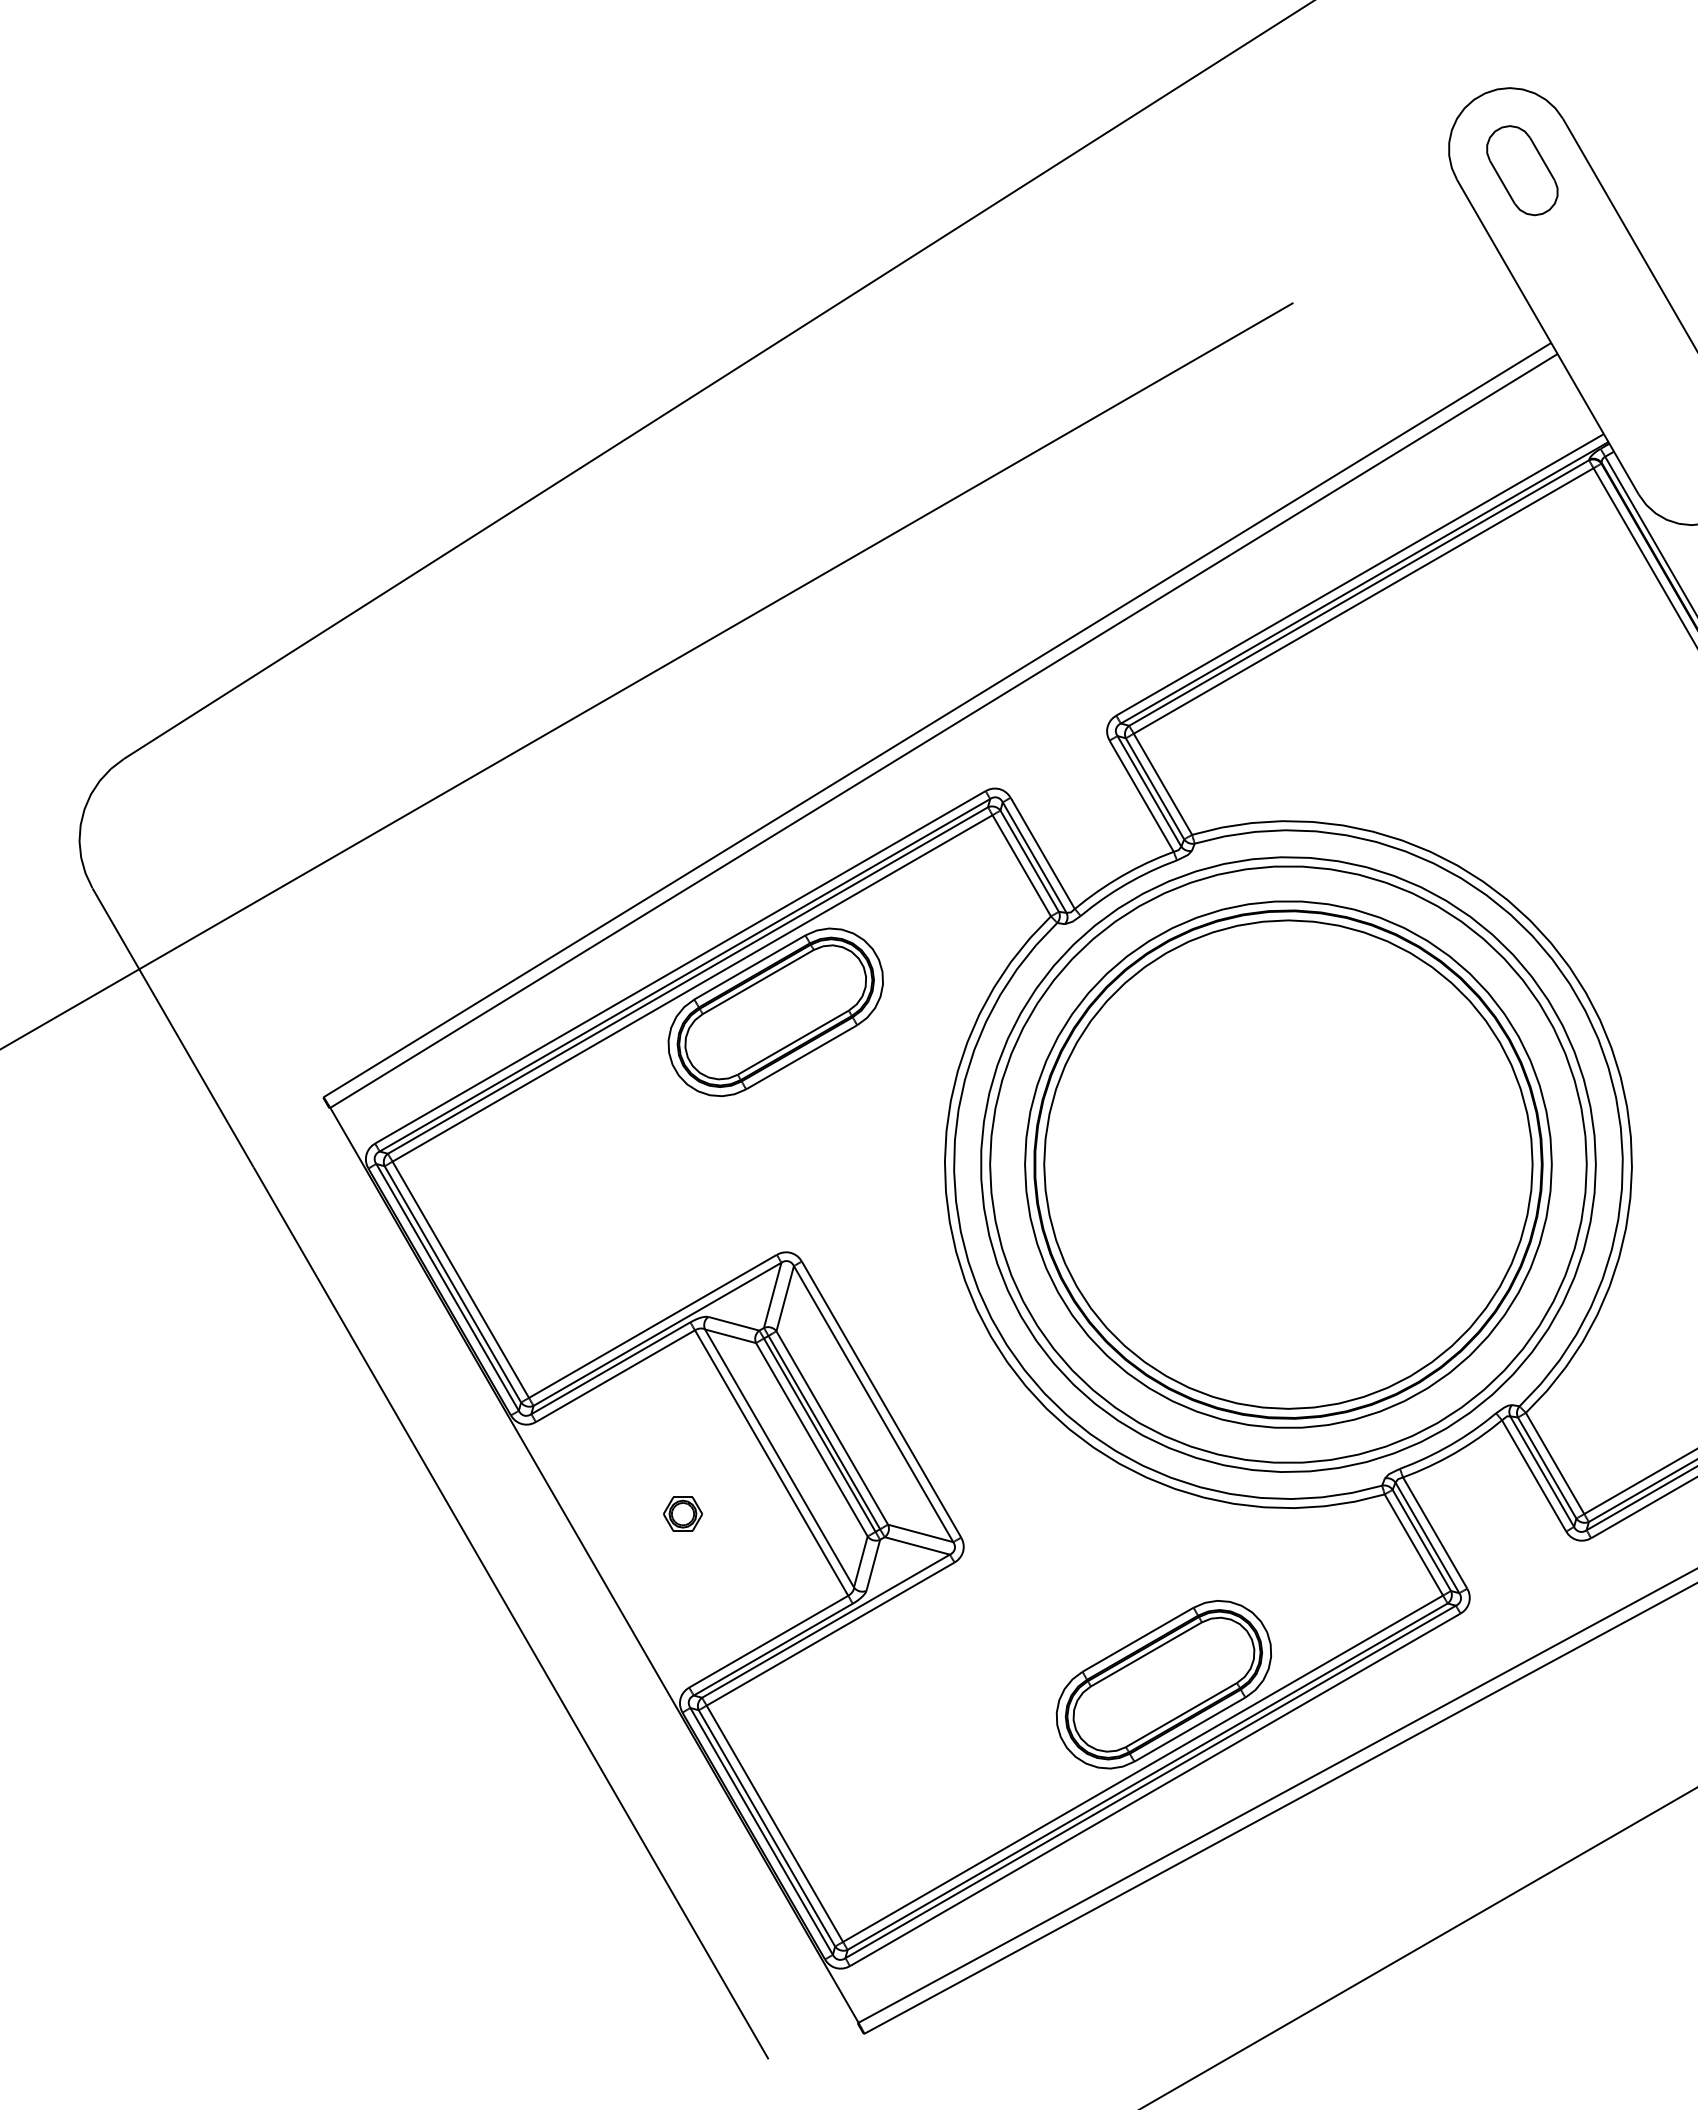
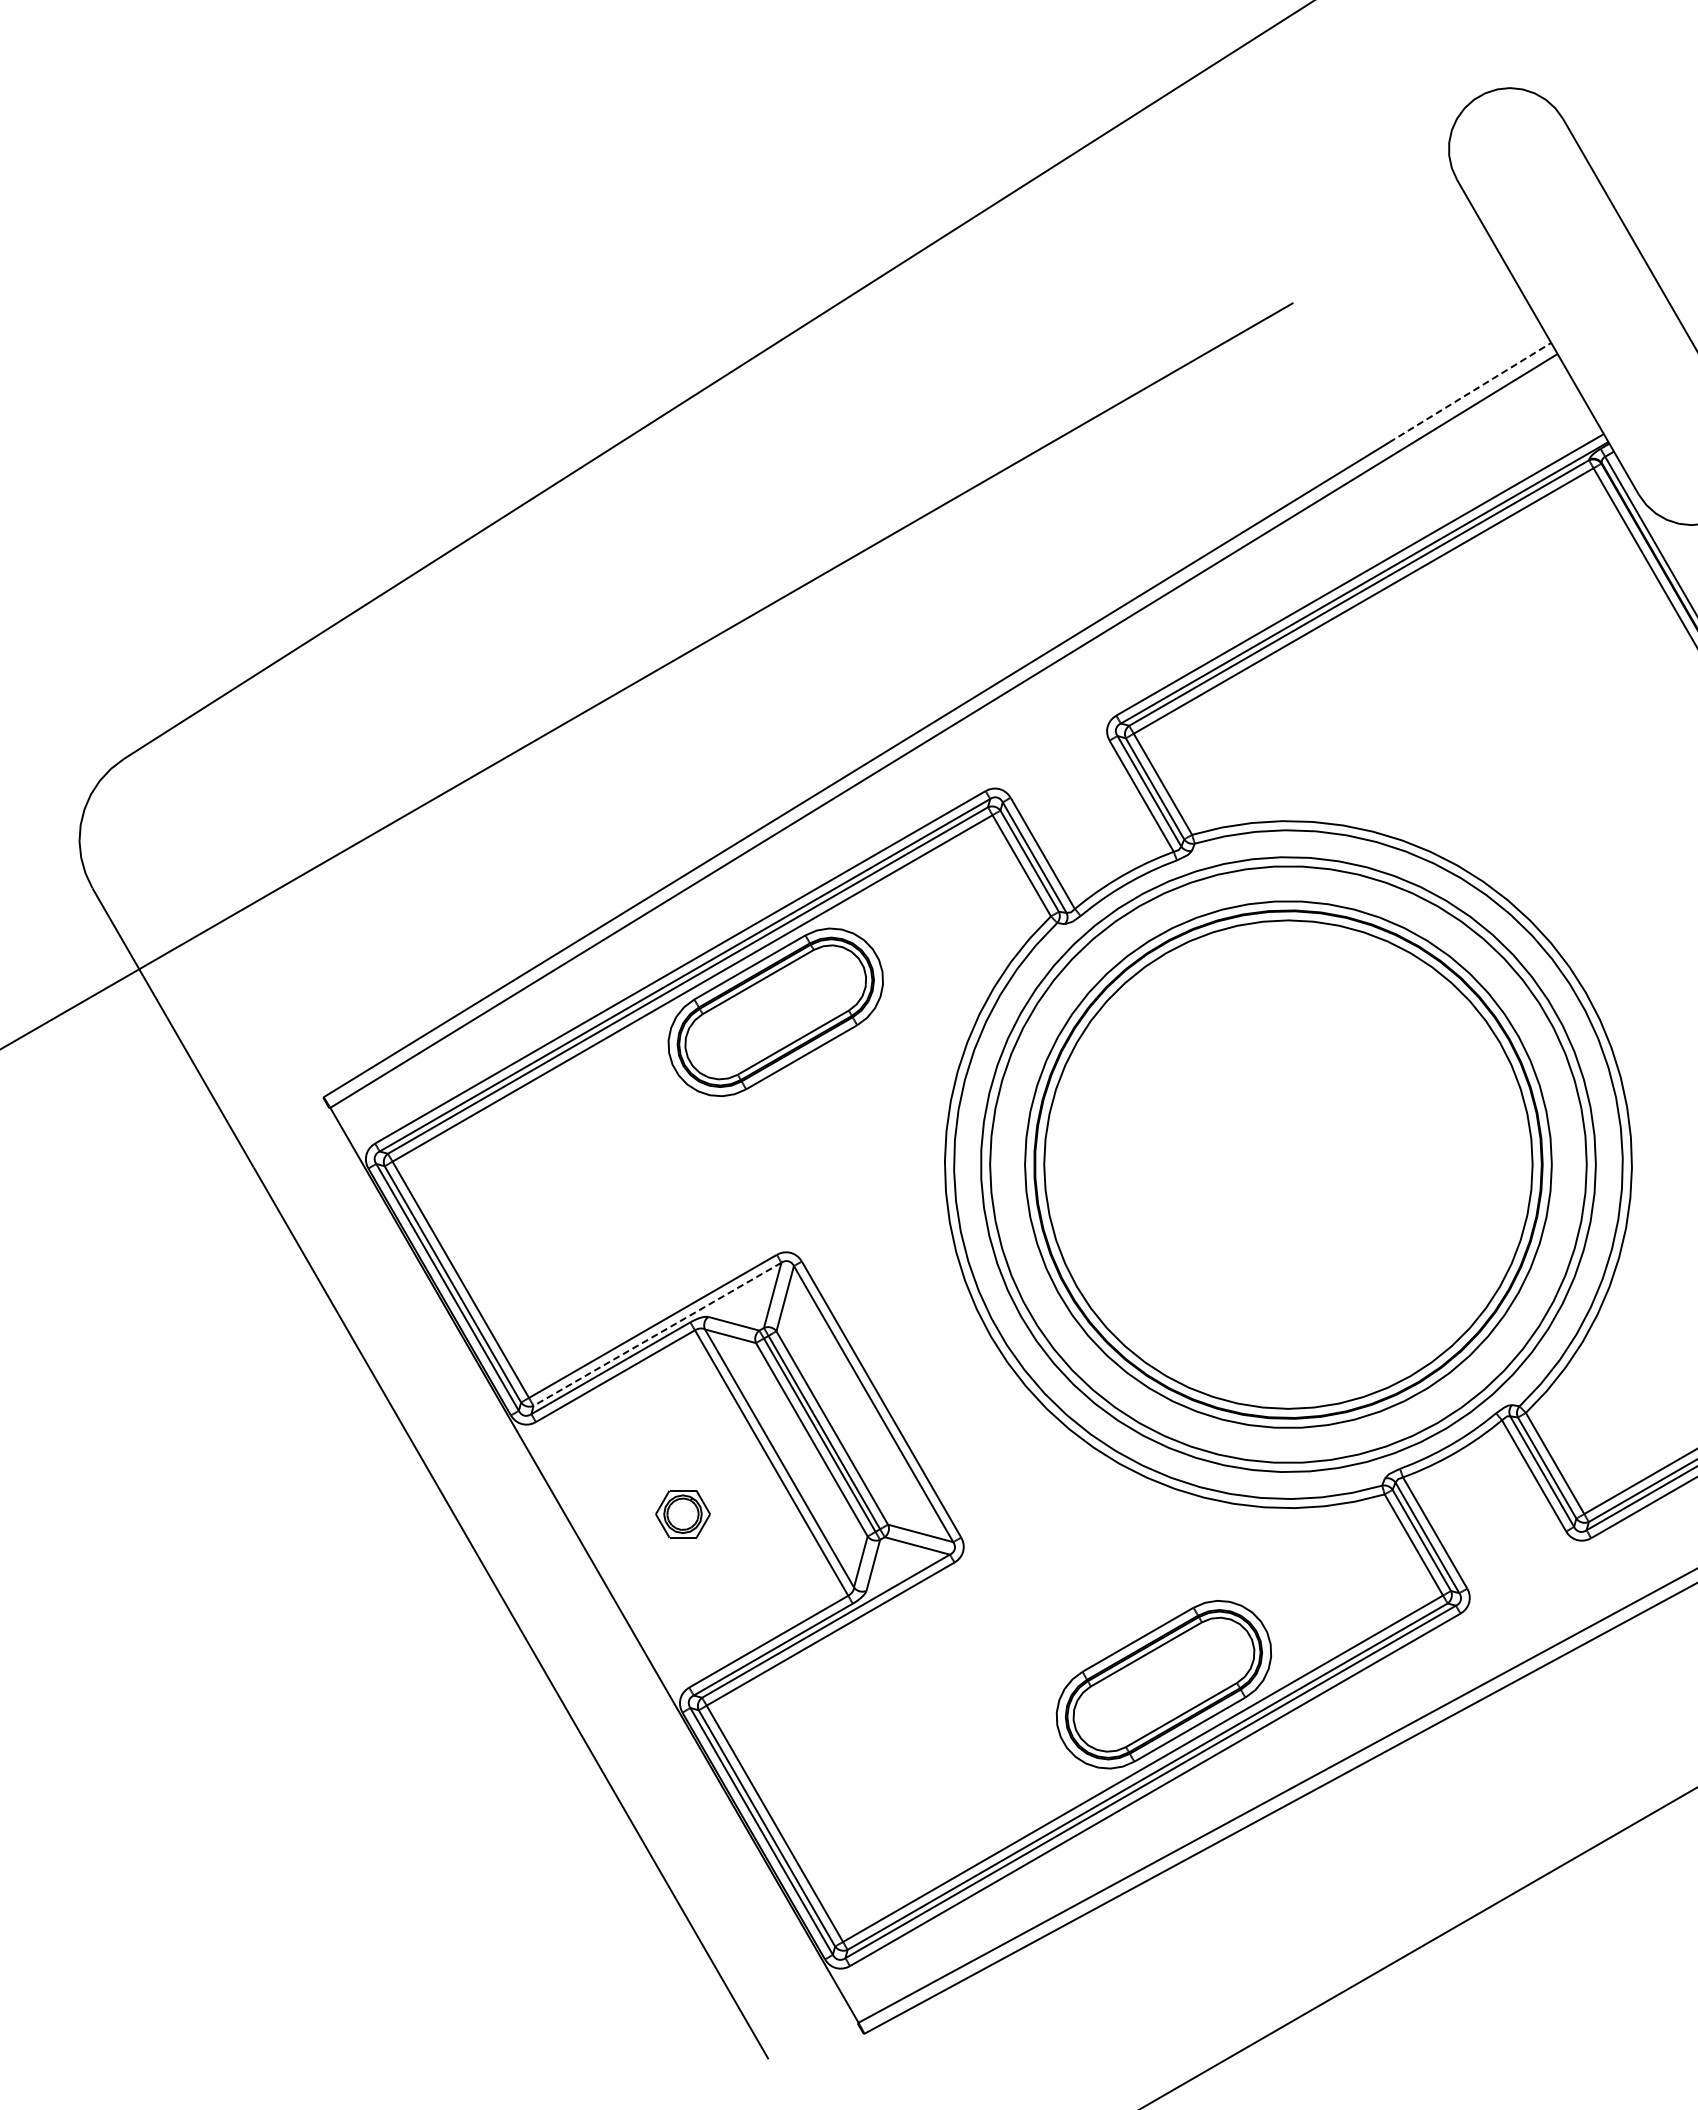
part at (1522, 170): present -> none
line at (1470, 392): solid -> dashed
line at (657, 1334): solid -> dashed
part at (682, 1513) size: 40x36 px -> 56x49 px
